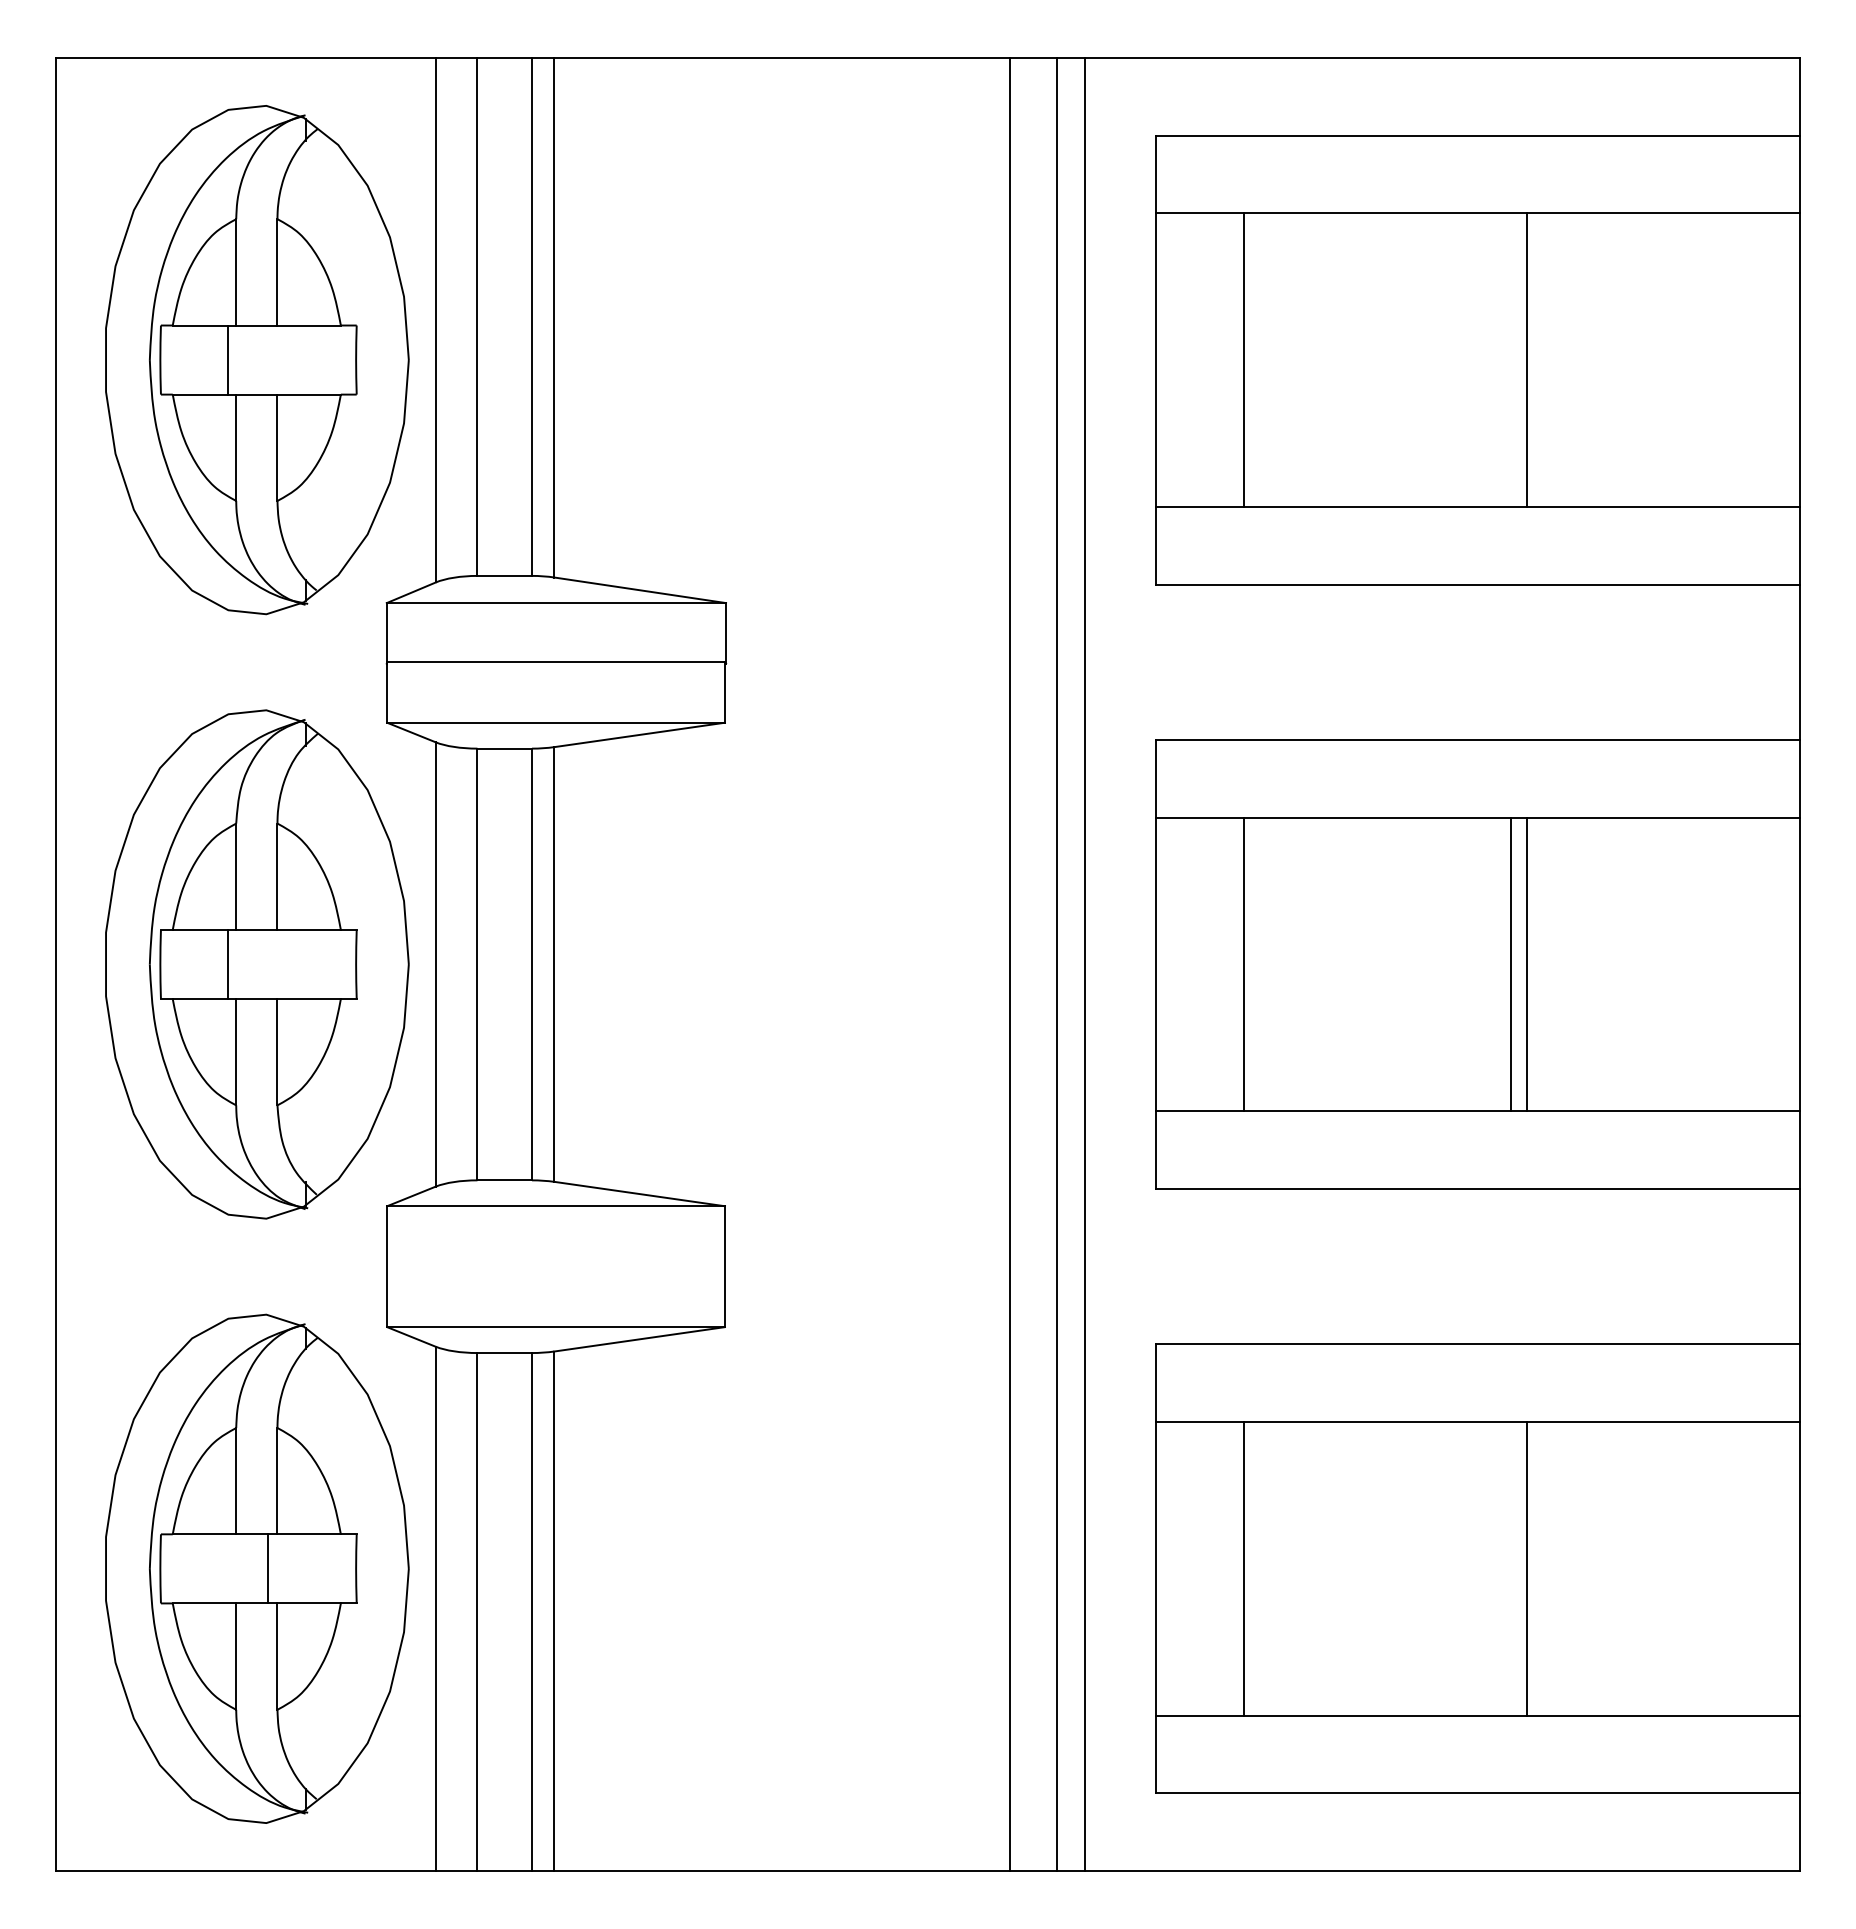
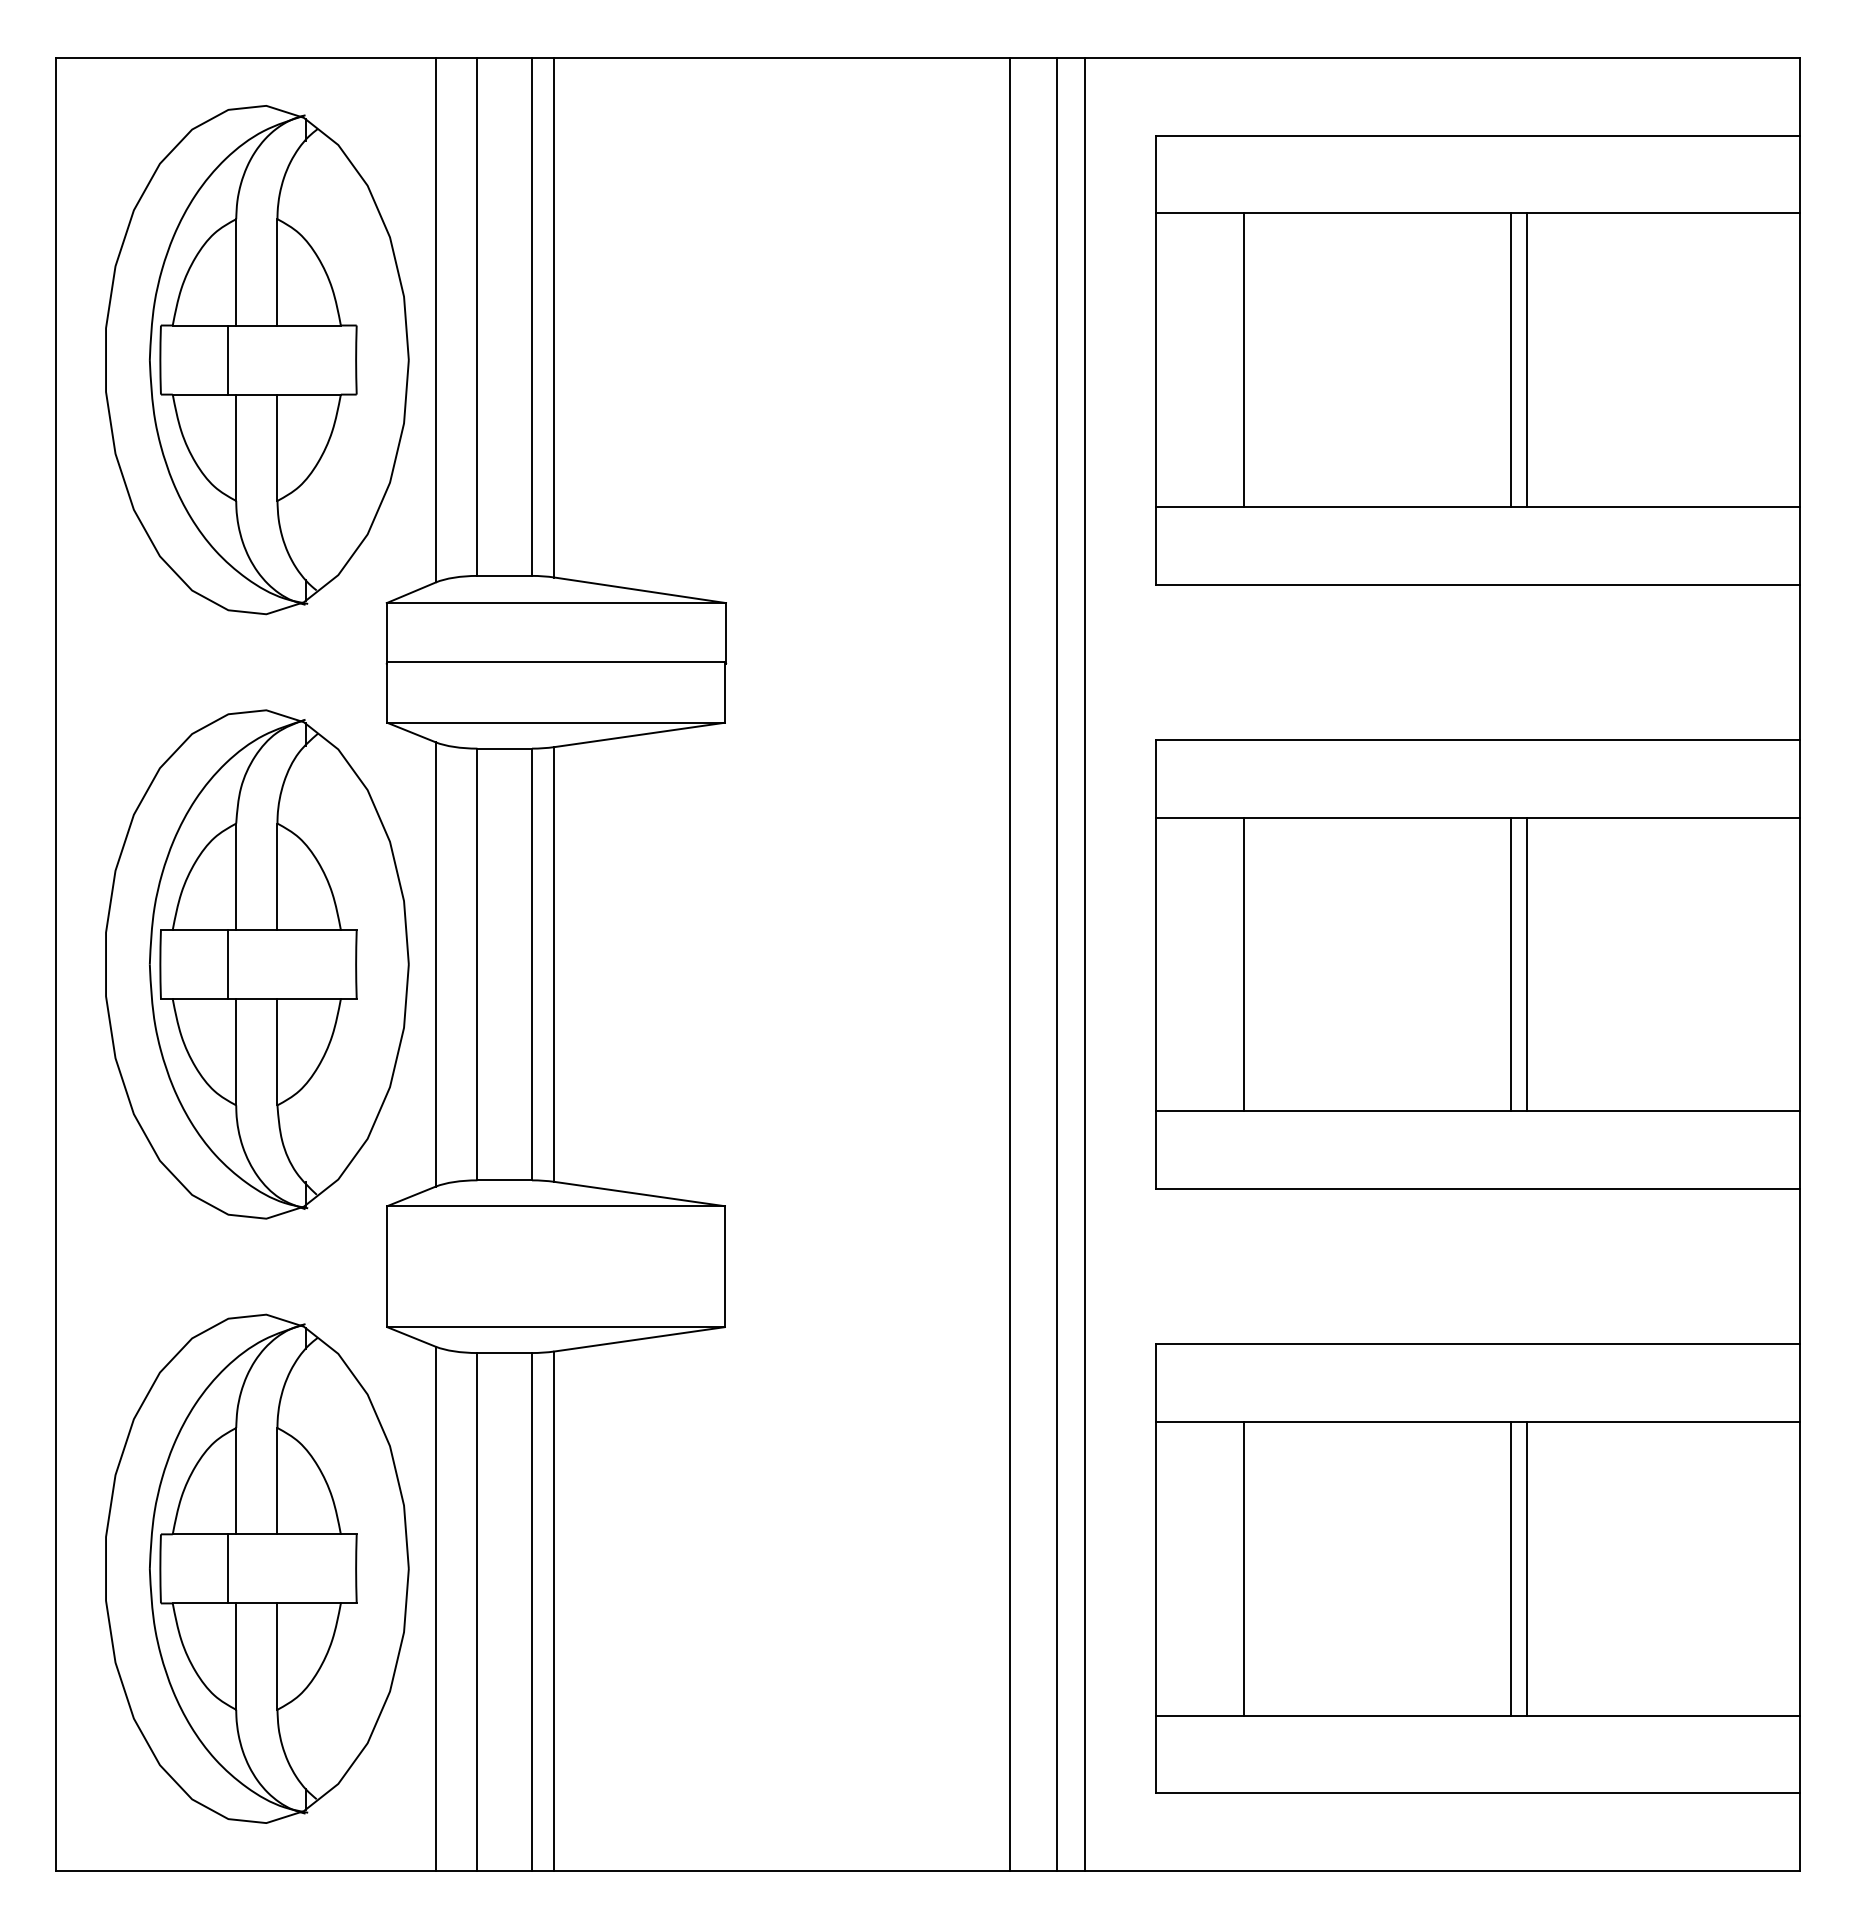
line at (1510, 359): none -> present
line at (268, 1568) position: (268, 1568) -> (228, 1568)
line at (1510, 1568): none -> present
